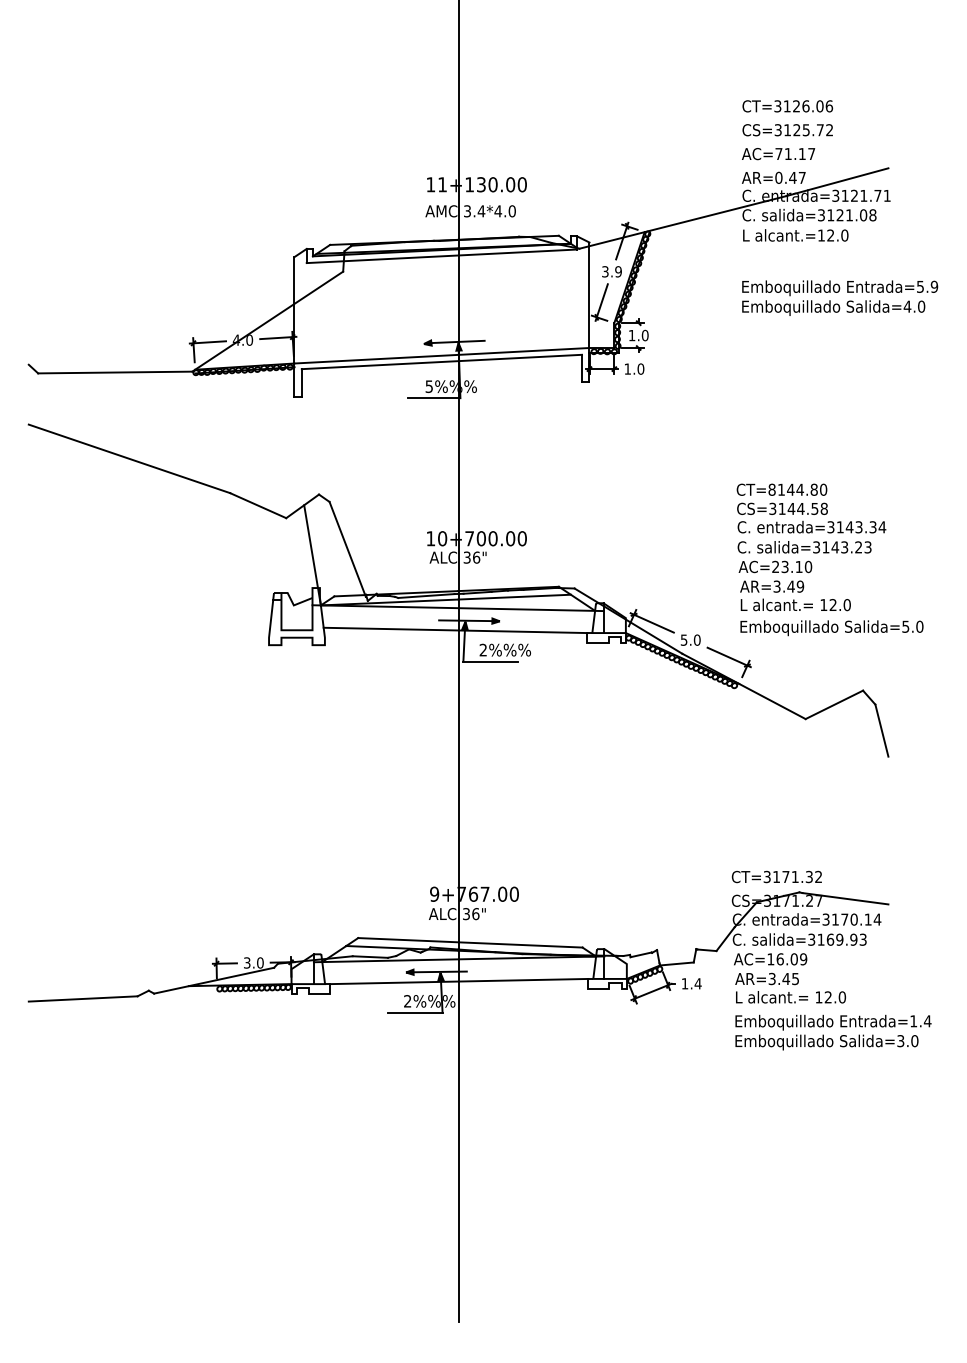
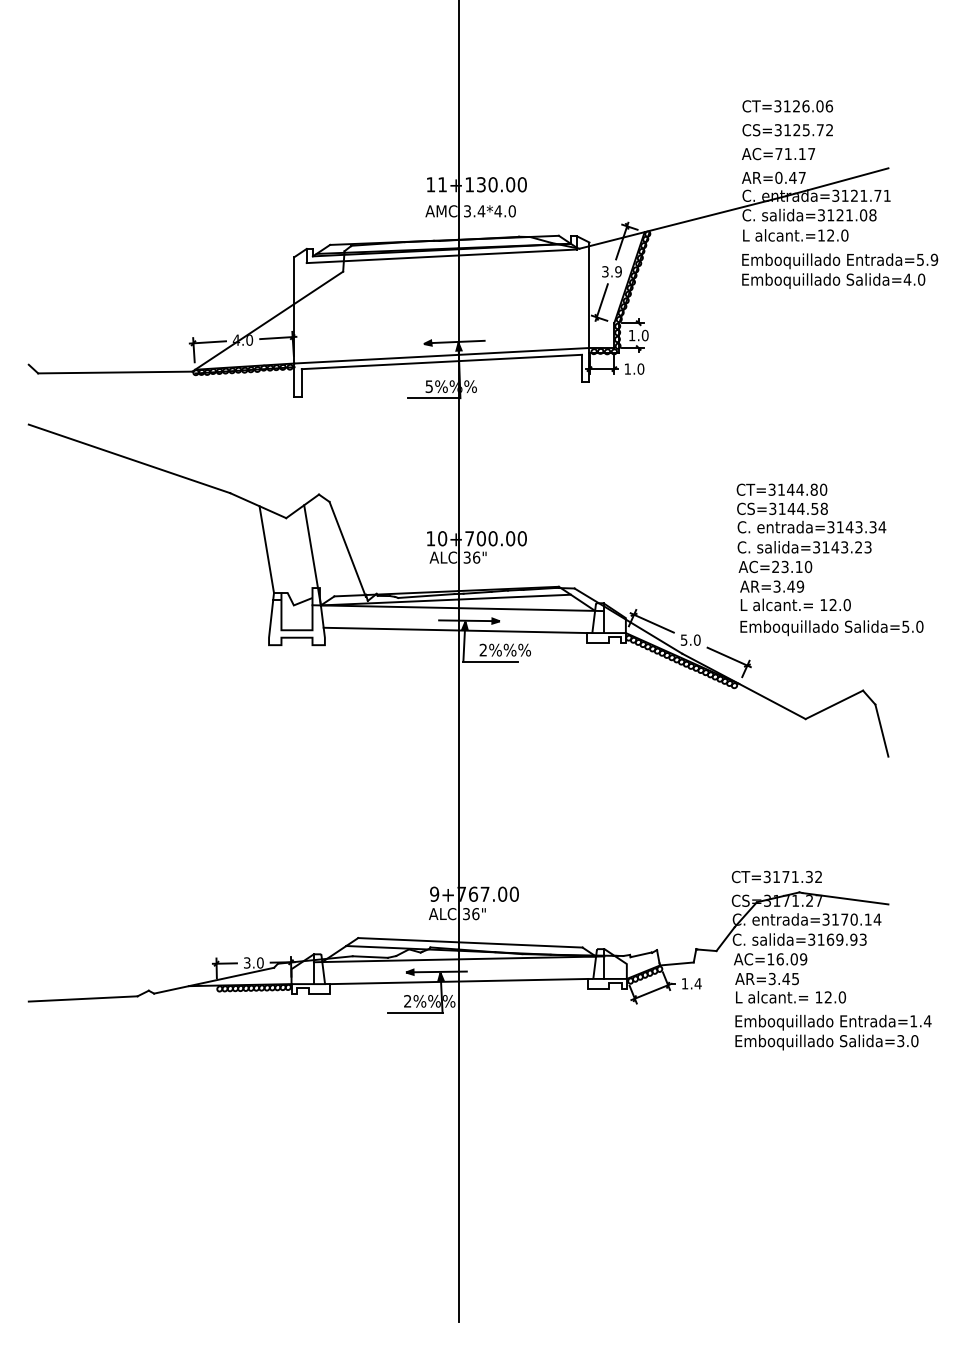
text at (840, 297) position: (840, 297) -> (840, 270)
text at (771, 489): CT=8144.80 -> CT=3144.80
line at (266, 549): none -> present
